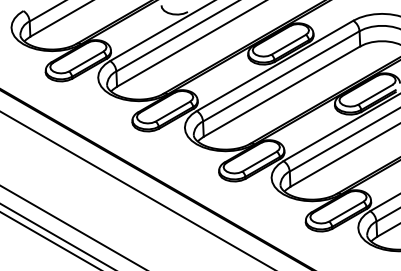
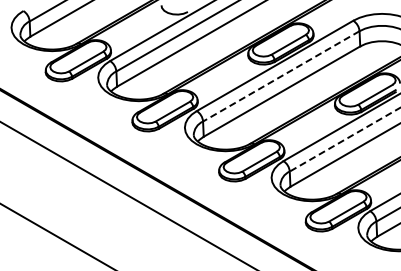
line at (280, 76): solid -> dashed
line at (345, 139): solid -> dashed
line at (136, 189) position: (136, 189) -> (127, 195)
line at (72, 226): present -> none
line at (49, 240): present -> none
